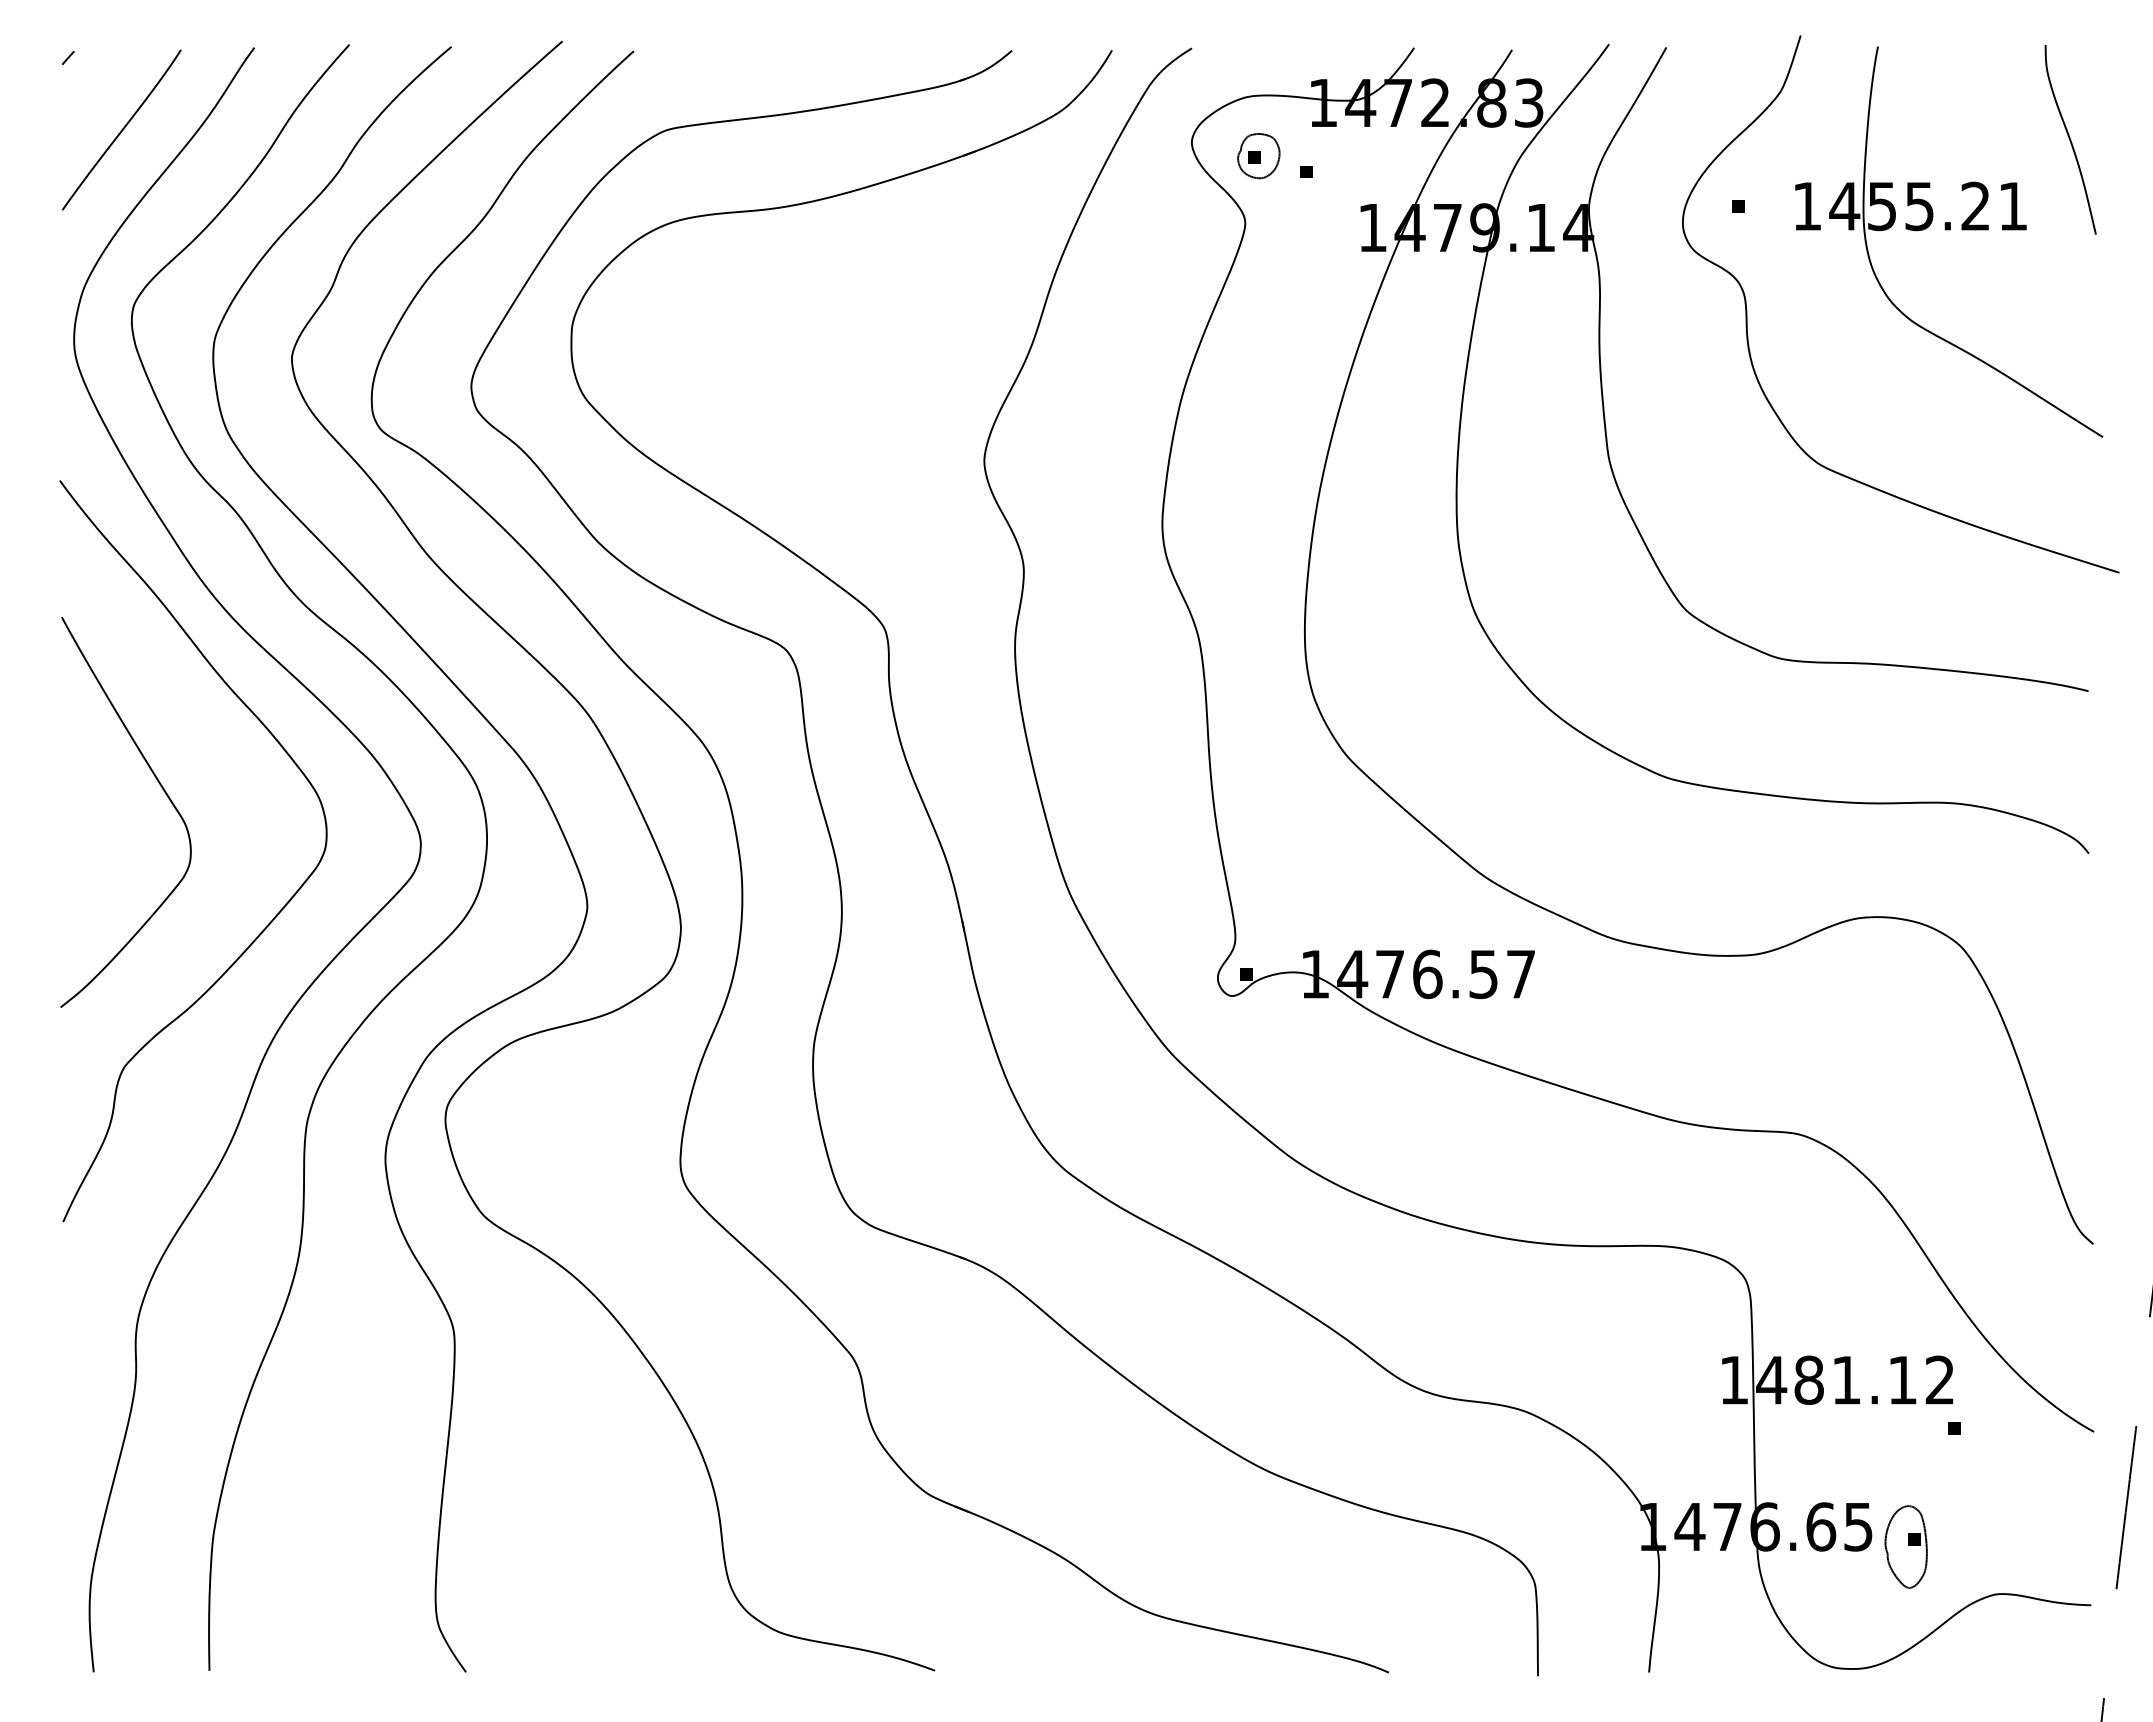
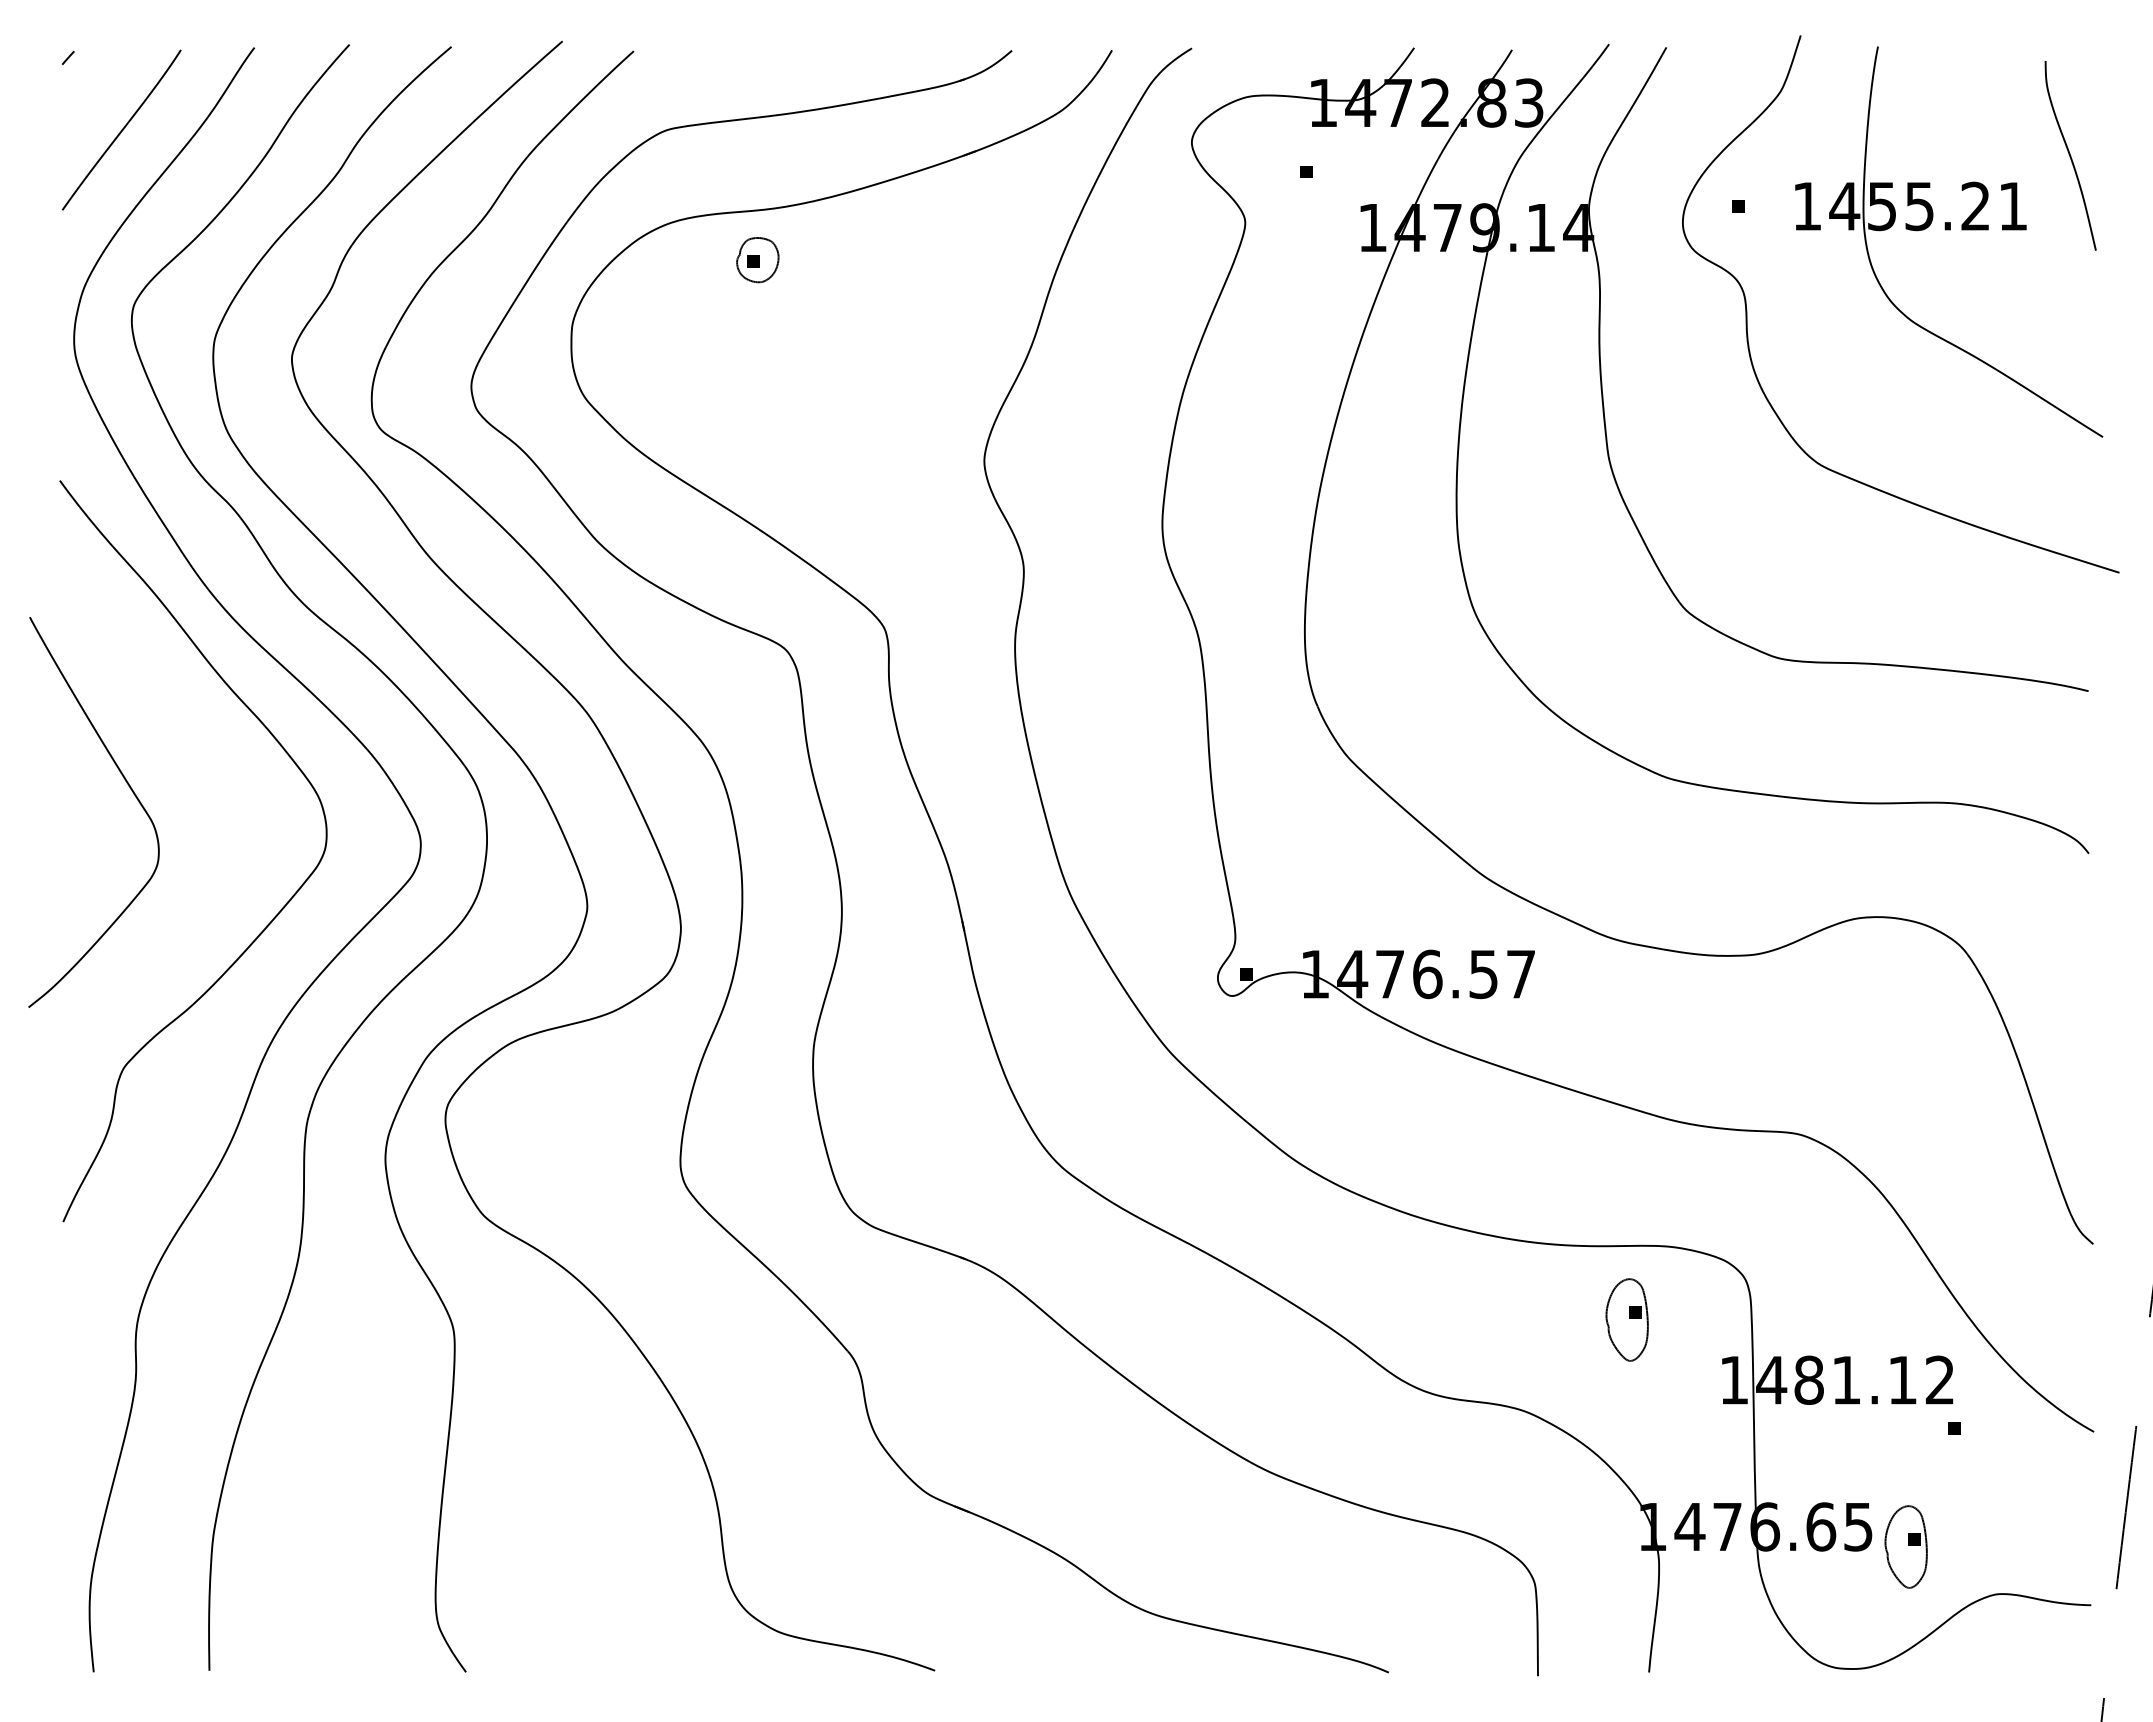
curve at (2070, 139) position: (2070, 139) -> (2070, 155)
part at (1258, 156) position: (1258, 156) -> (757, 260)
curve at (163, 791) position: (163, 791) -> (131, 791)
part at (1626, 1319): none -> present
